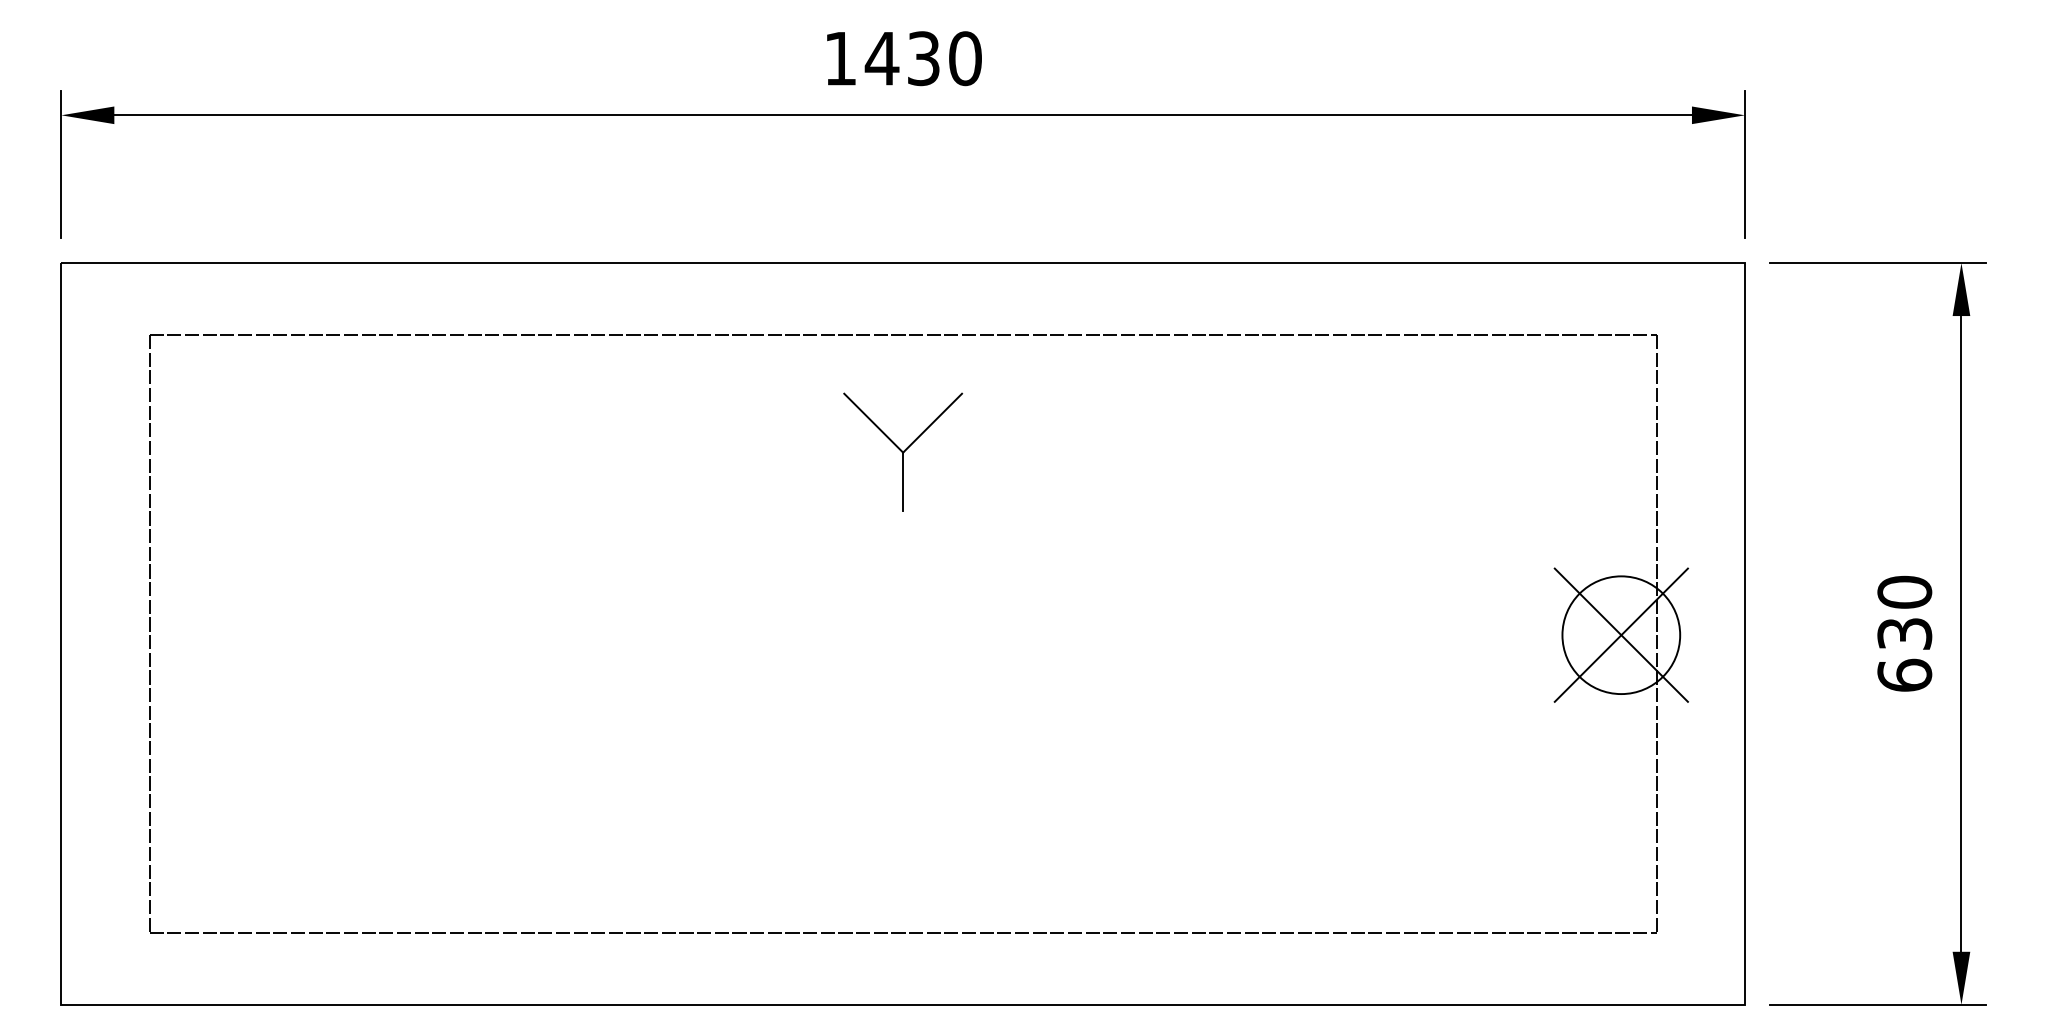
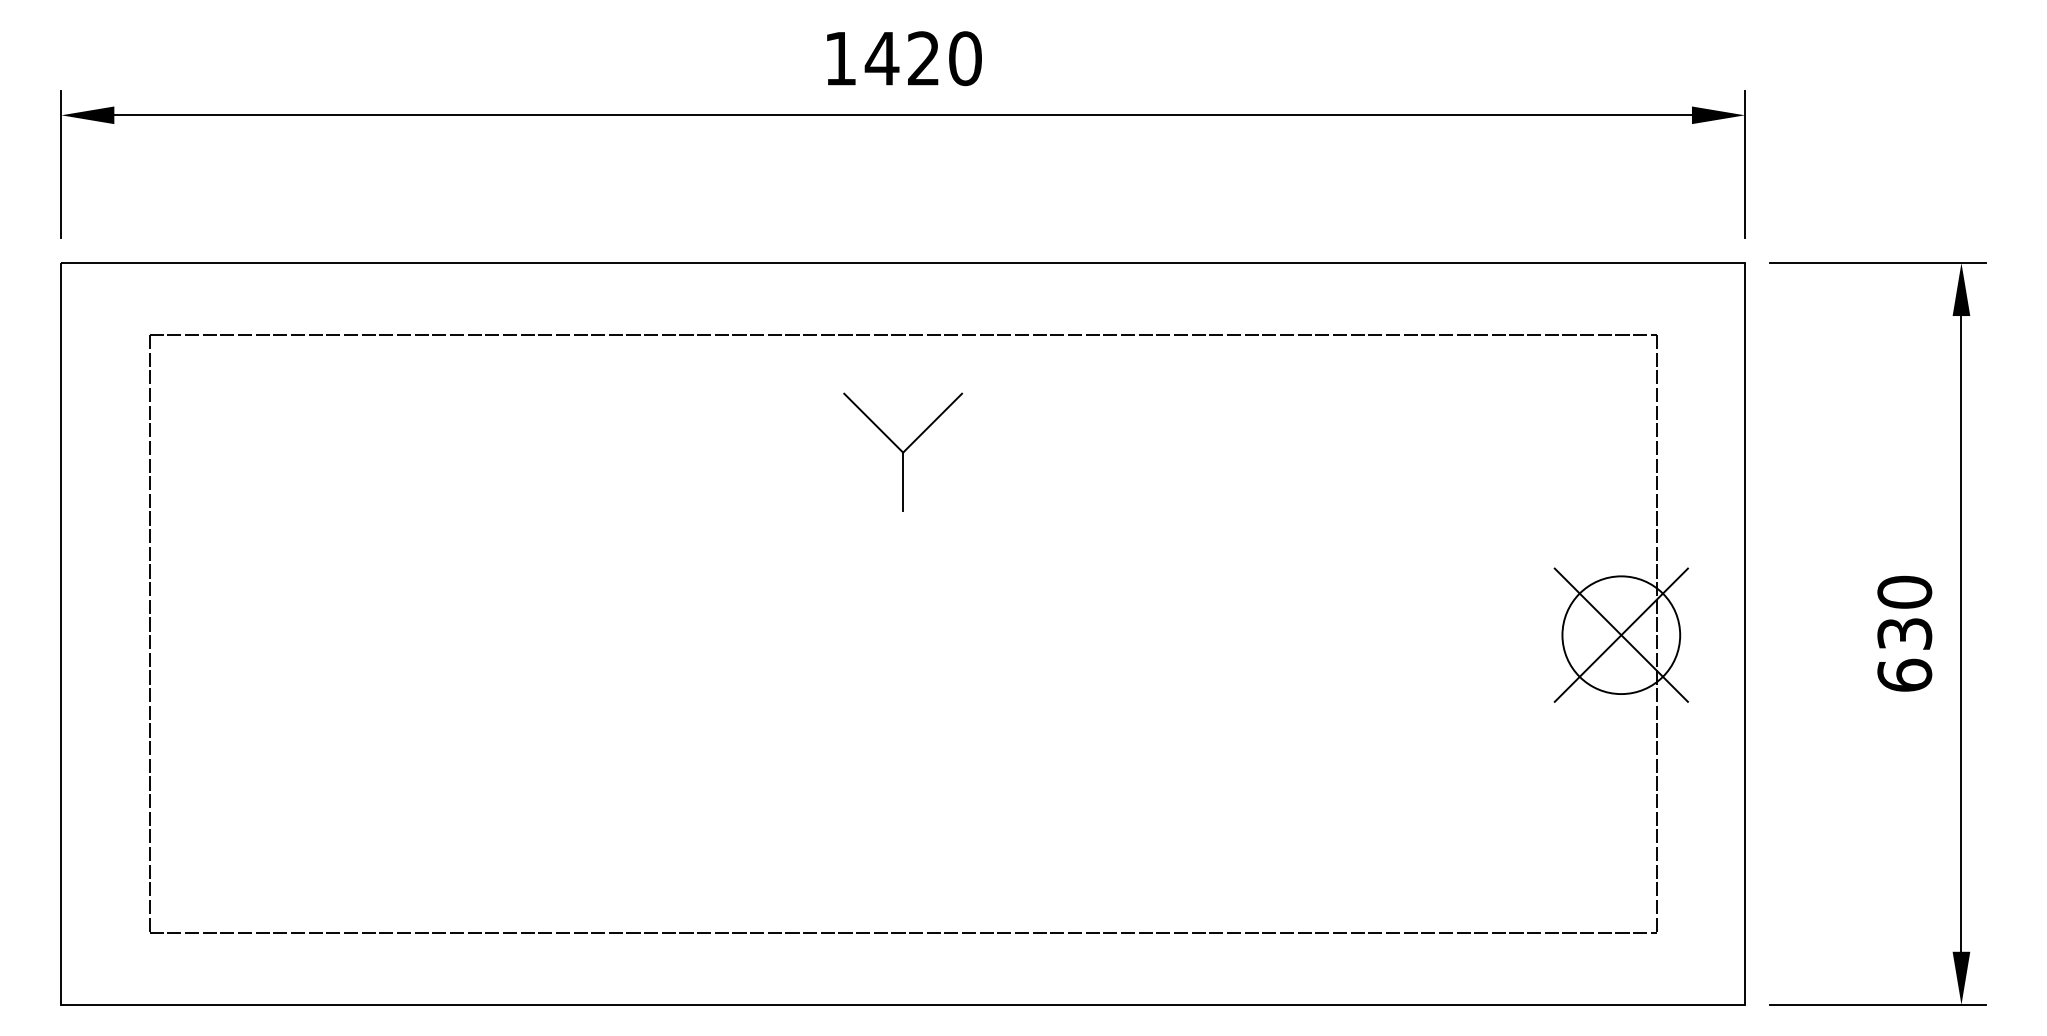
text at (923, 58): 1430 -> 1420
